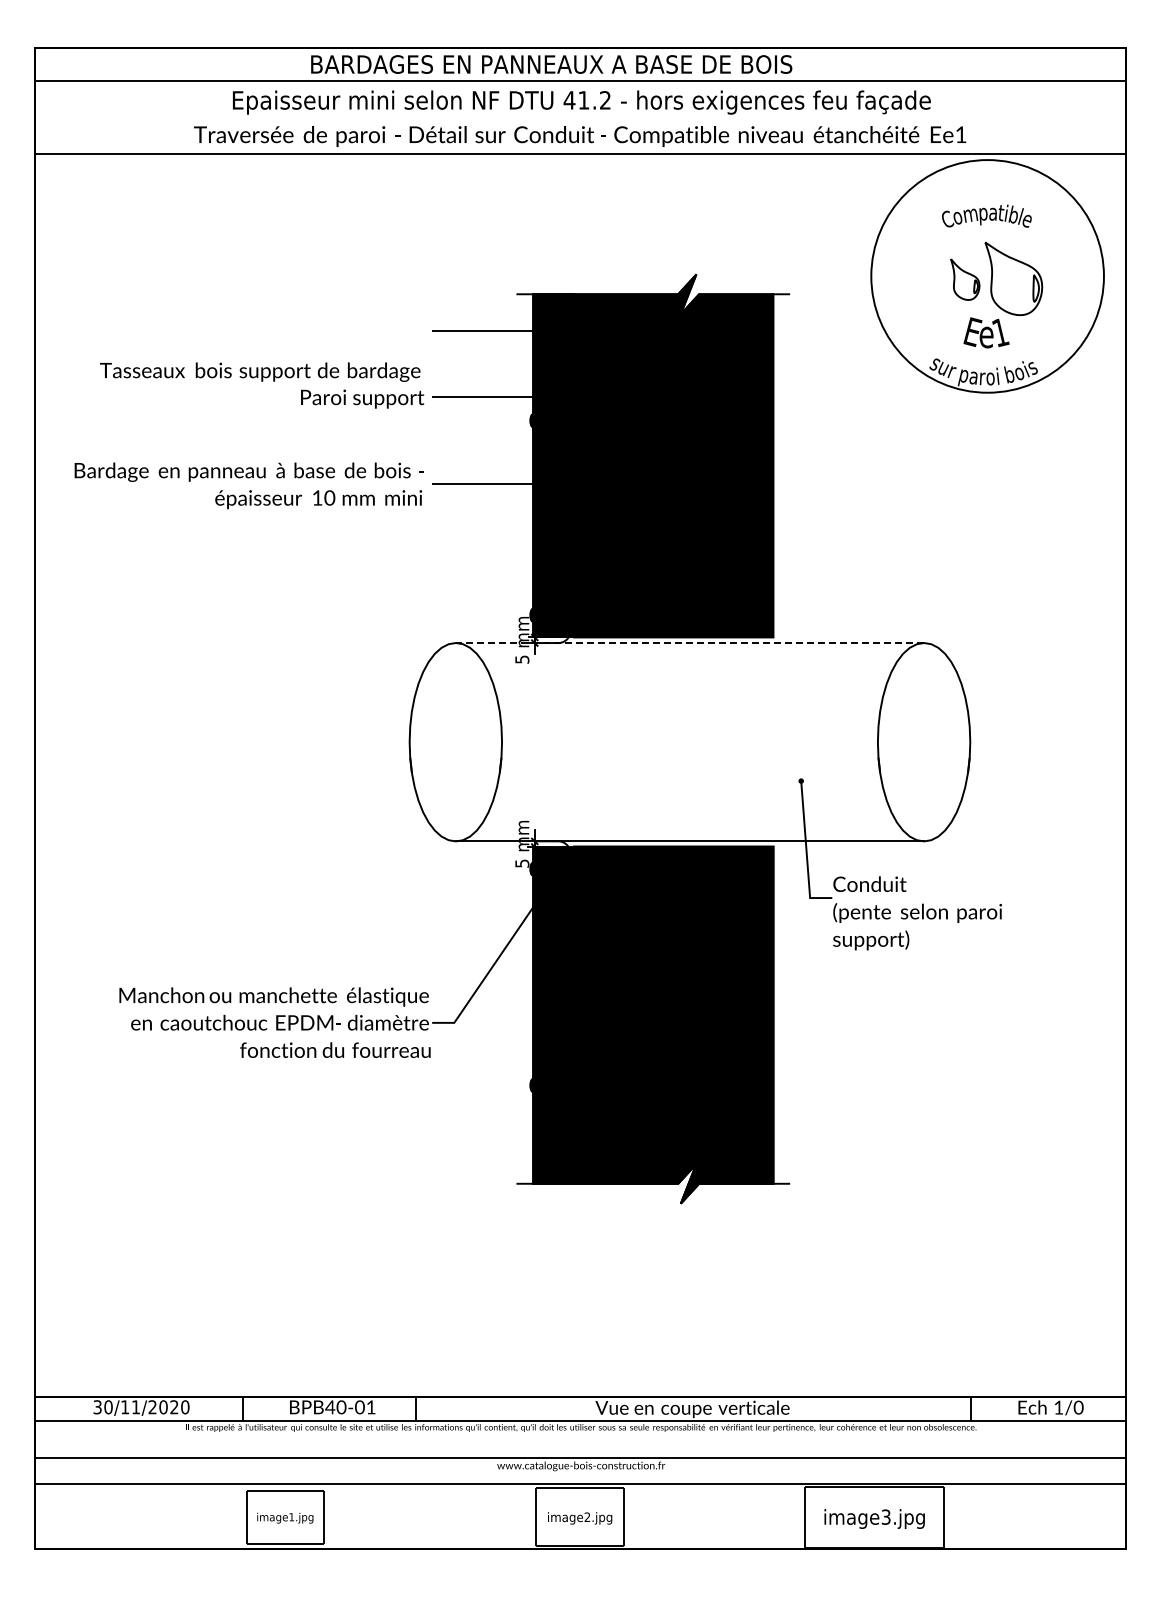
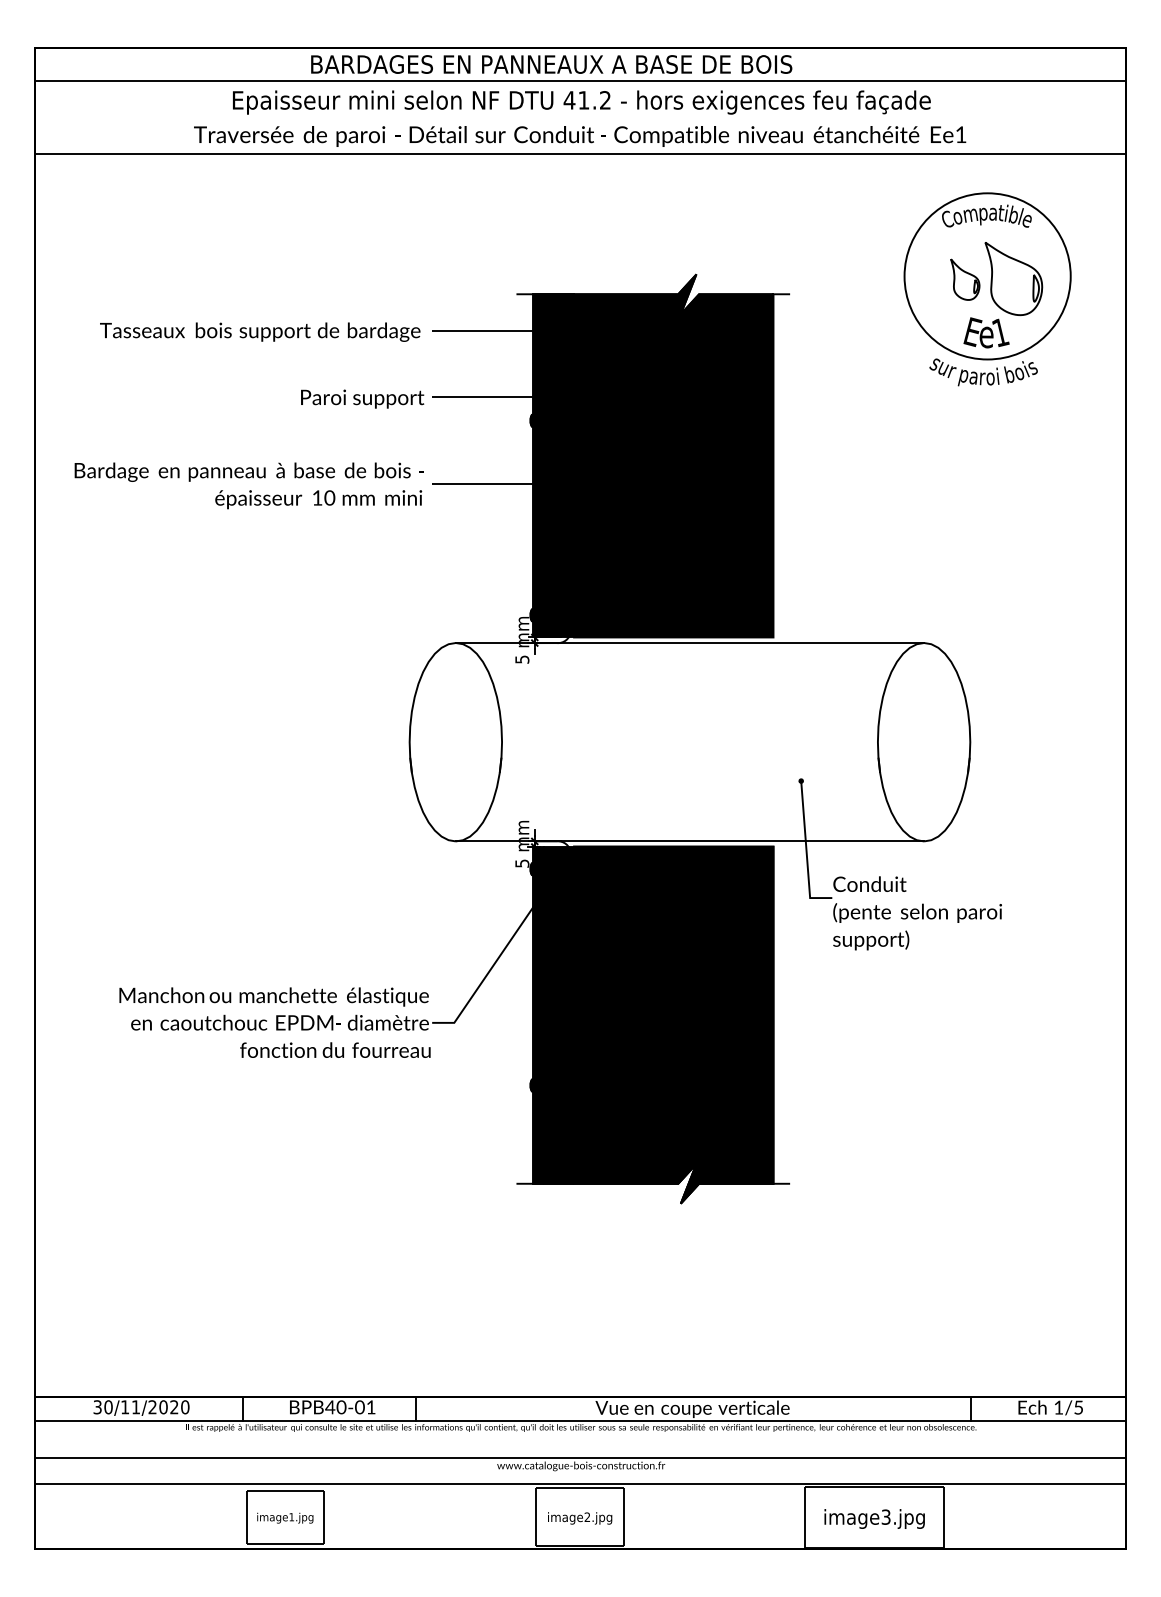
circle at (987, 276) diameter: 233 px -> 166 px
text at (260, 371) position: (260, 371) -> (260, 331)
line at (689, 643): dashed -> solid
text at (1078, 1407): 1/0 -> 1/5
